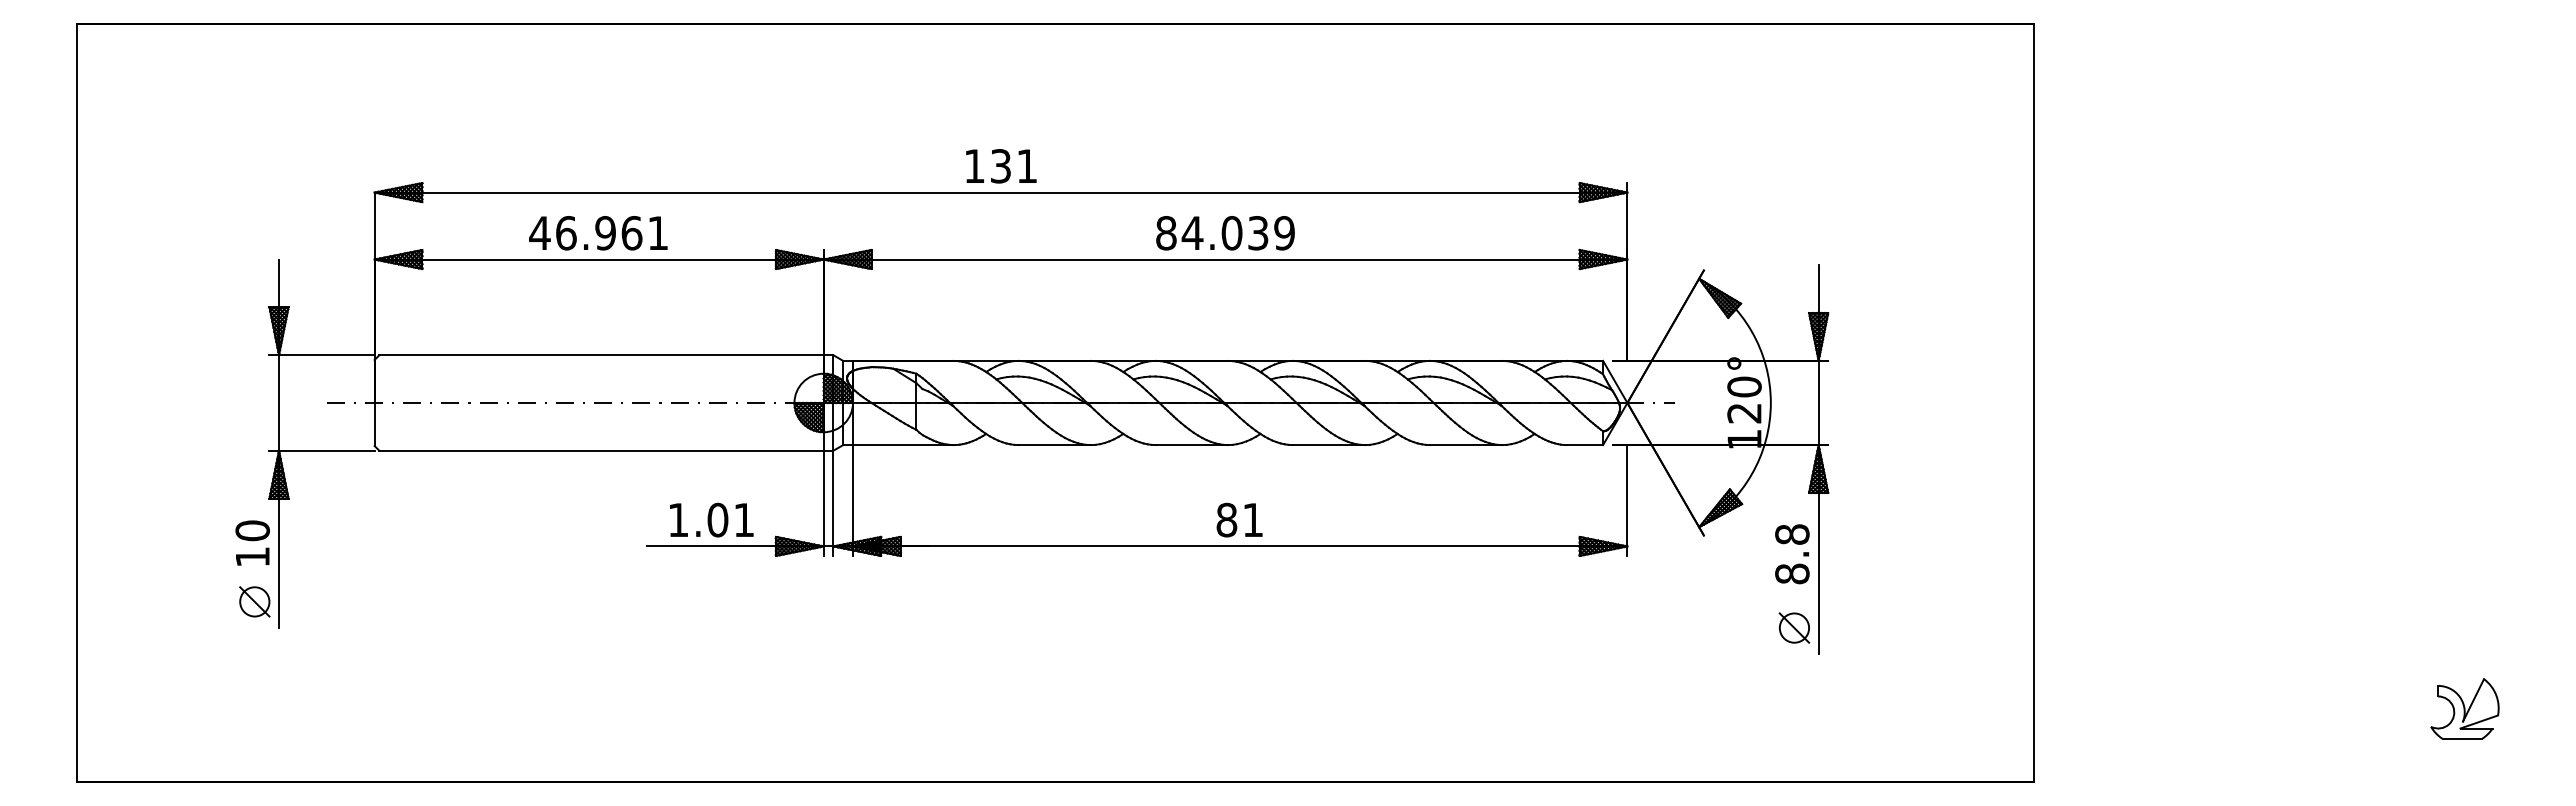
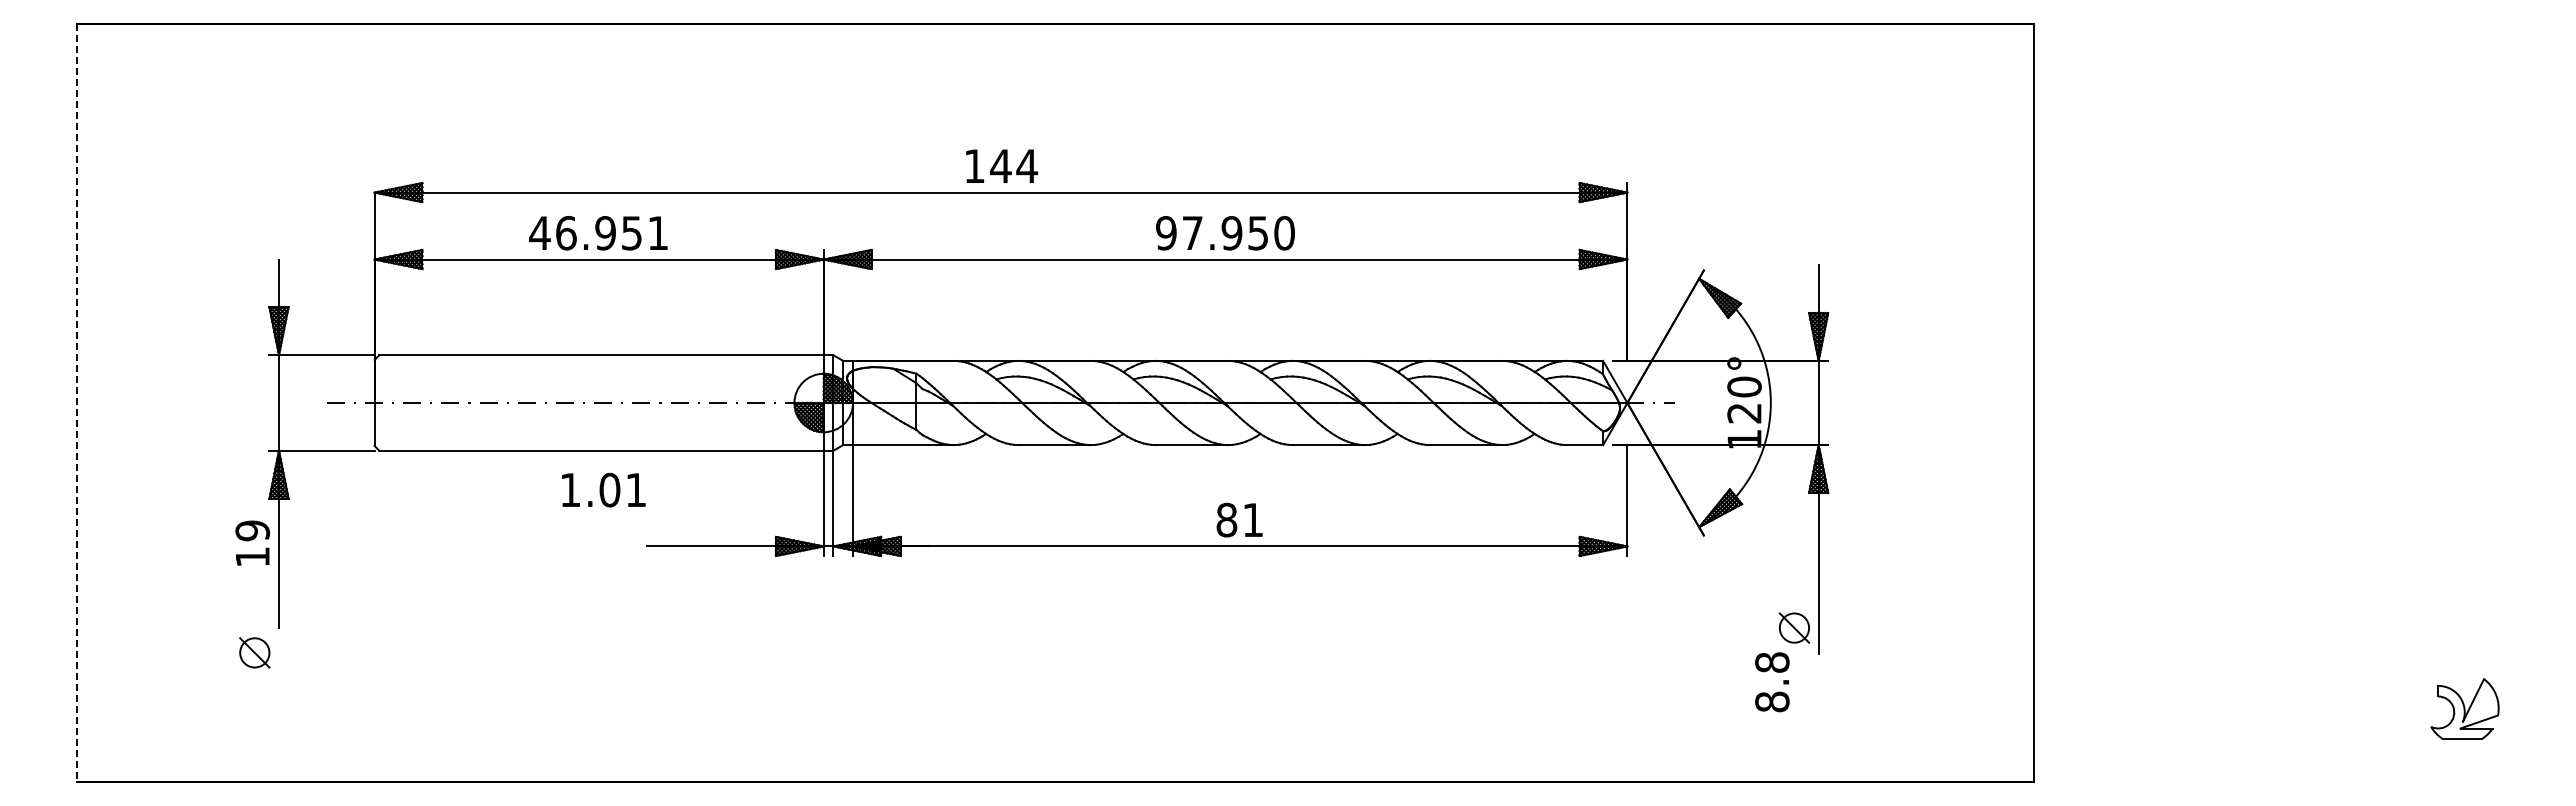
text at (1014, 166): 131 -> 144
text at (631, 233): 46.961 -> 46.951
text at (1225, 233): 84.039 -> 97.950
line at (77, 402): solid -> dashed
text at (711, 519) position: (711, 519) -> (603, 489)
text at (252, 530): 10 -> 19
text at (1792, 554) position: (1792, 554) -> (1772, 682)
part at (254, 601) position: (254, 601) -> (254, 652)
